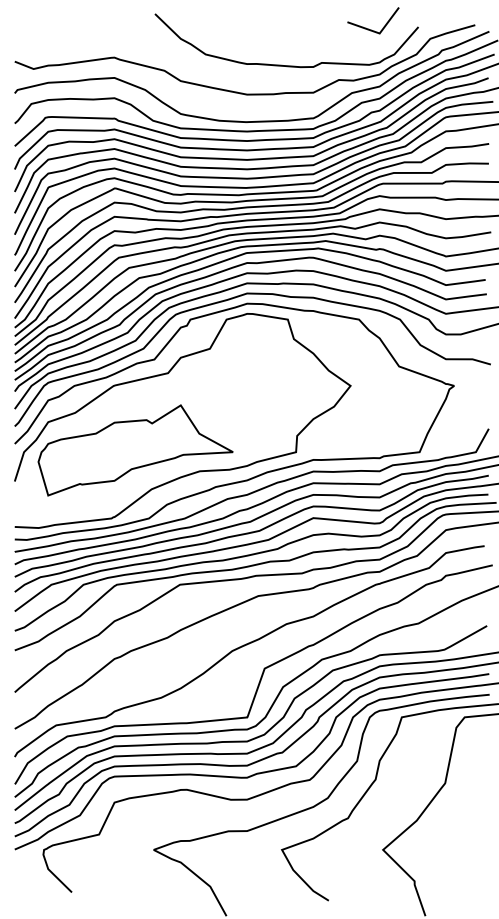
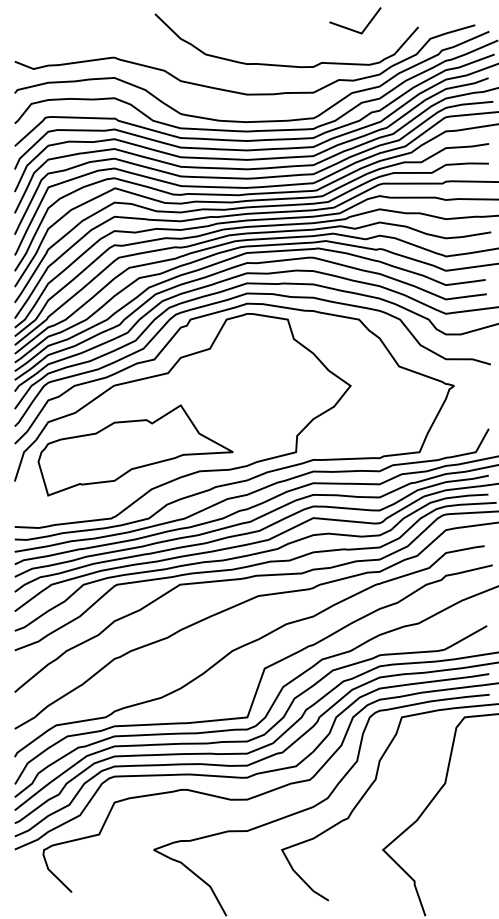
line at (371, 29) position: (371, 29) -> (353, 29)
